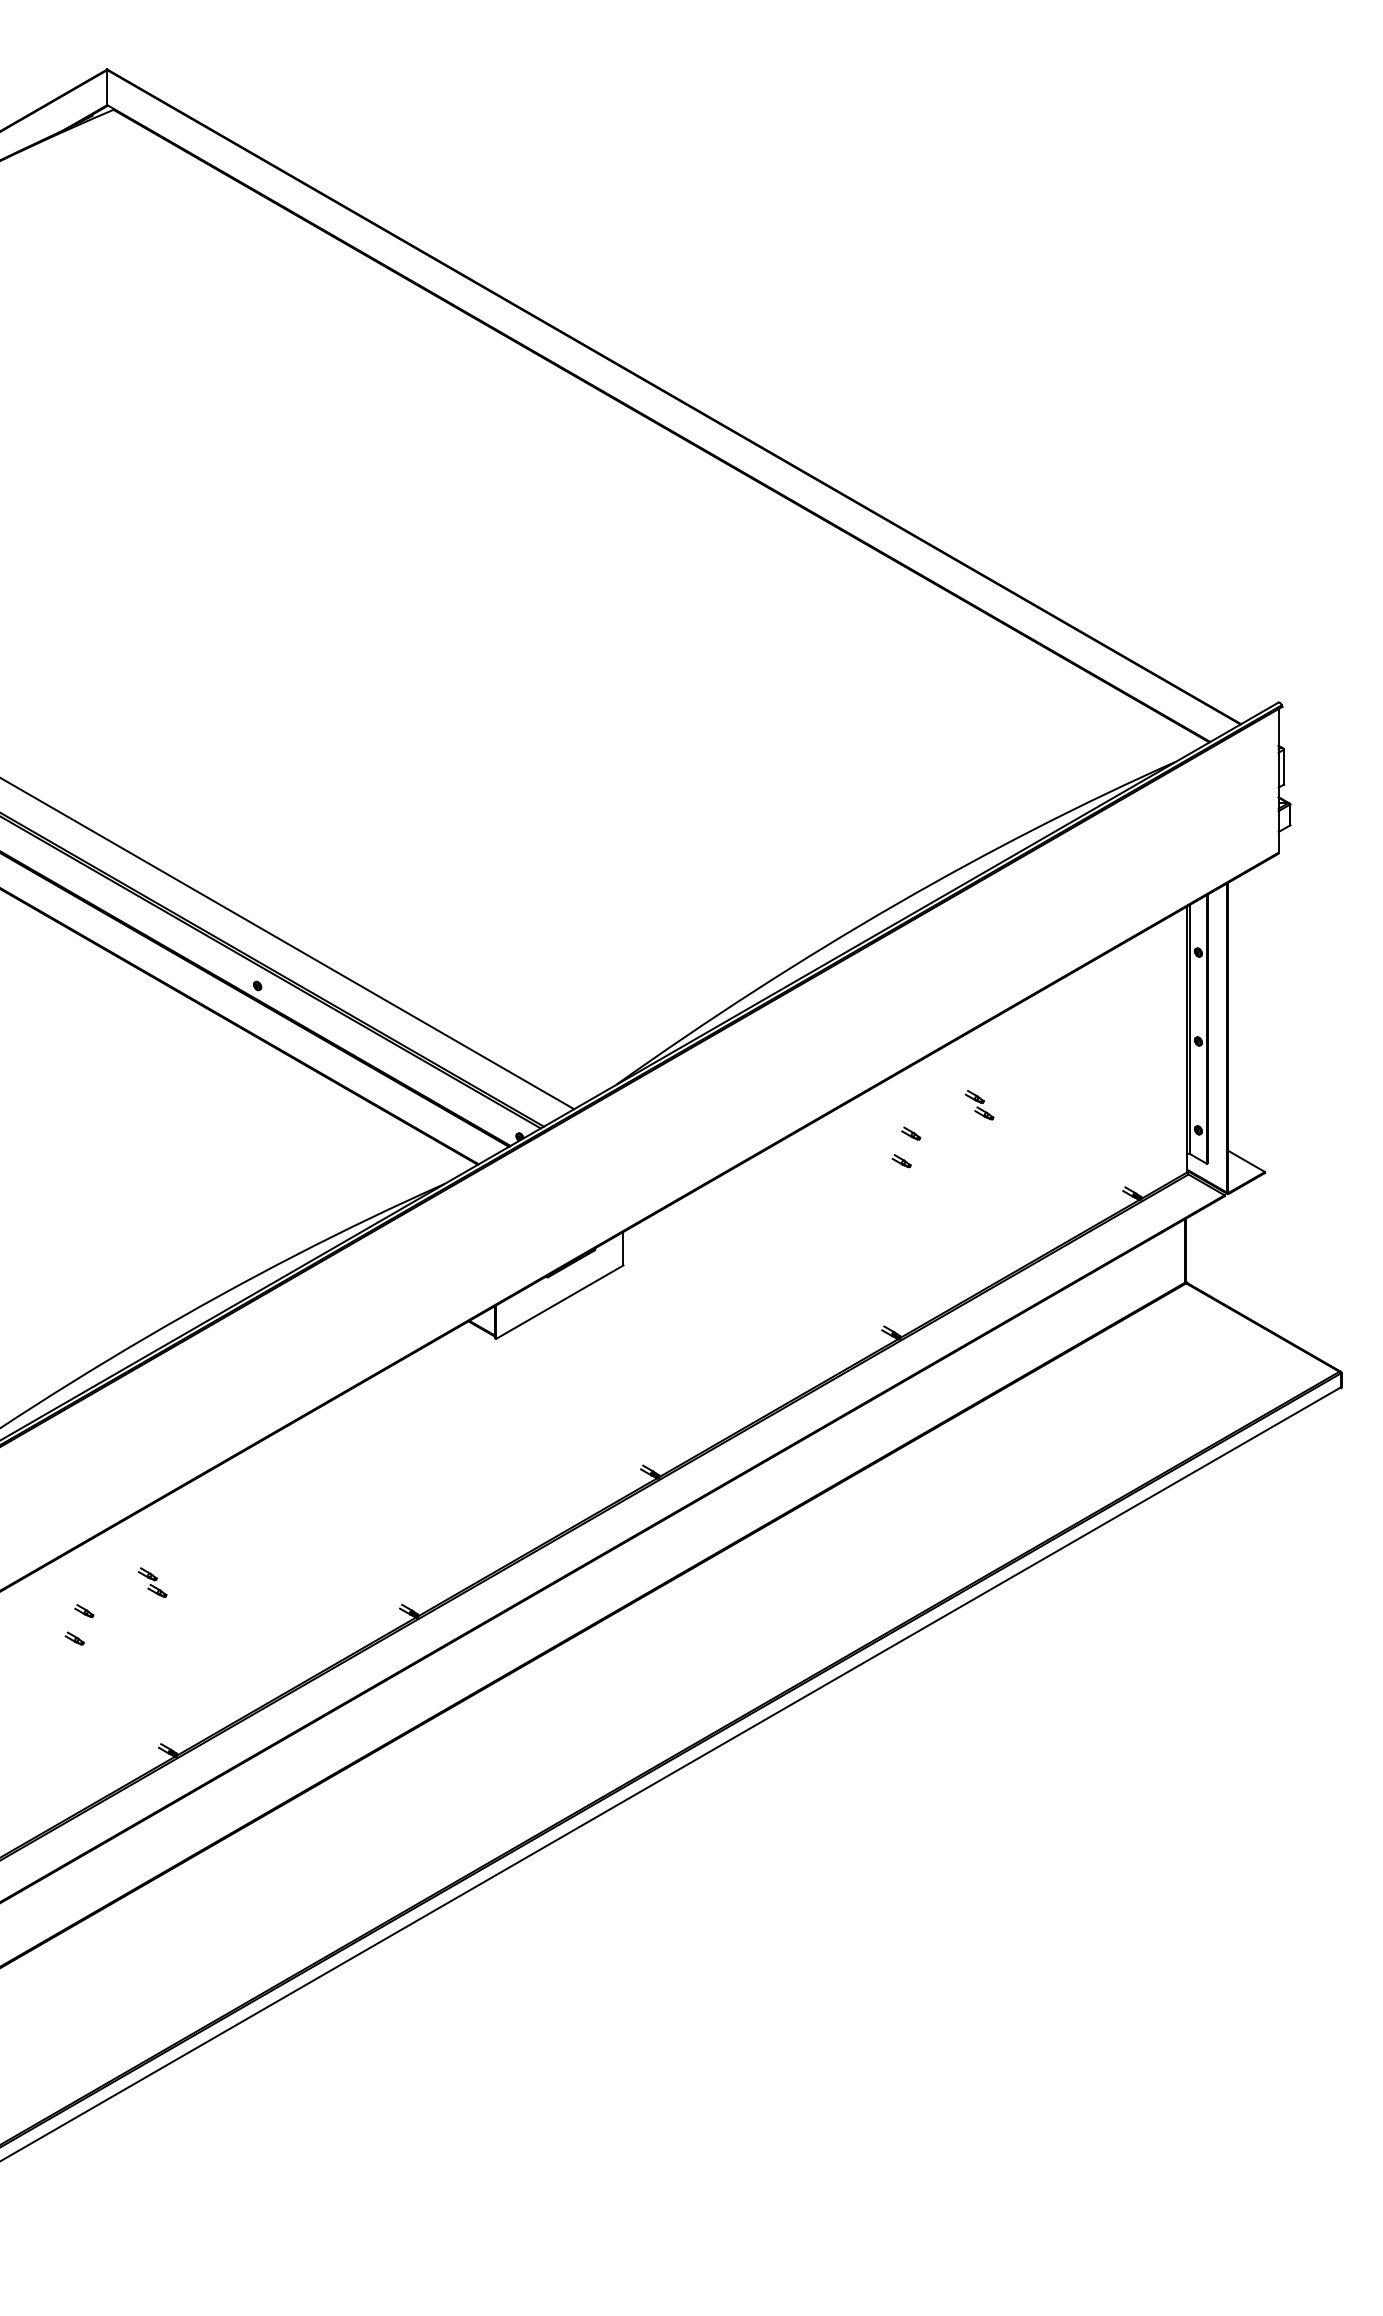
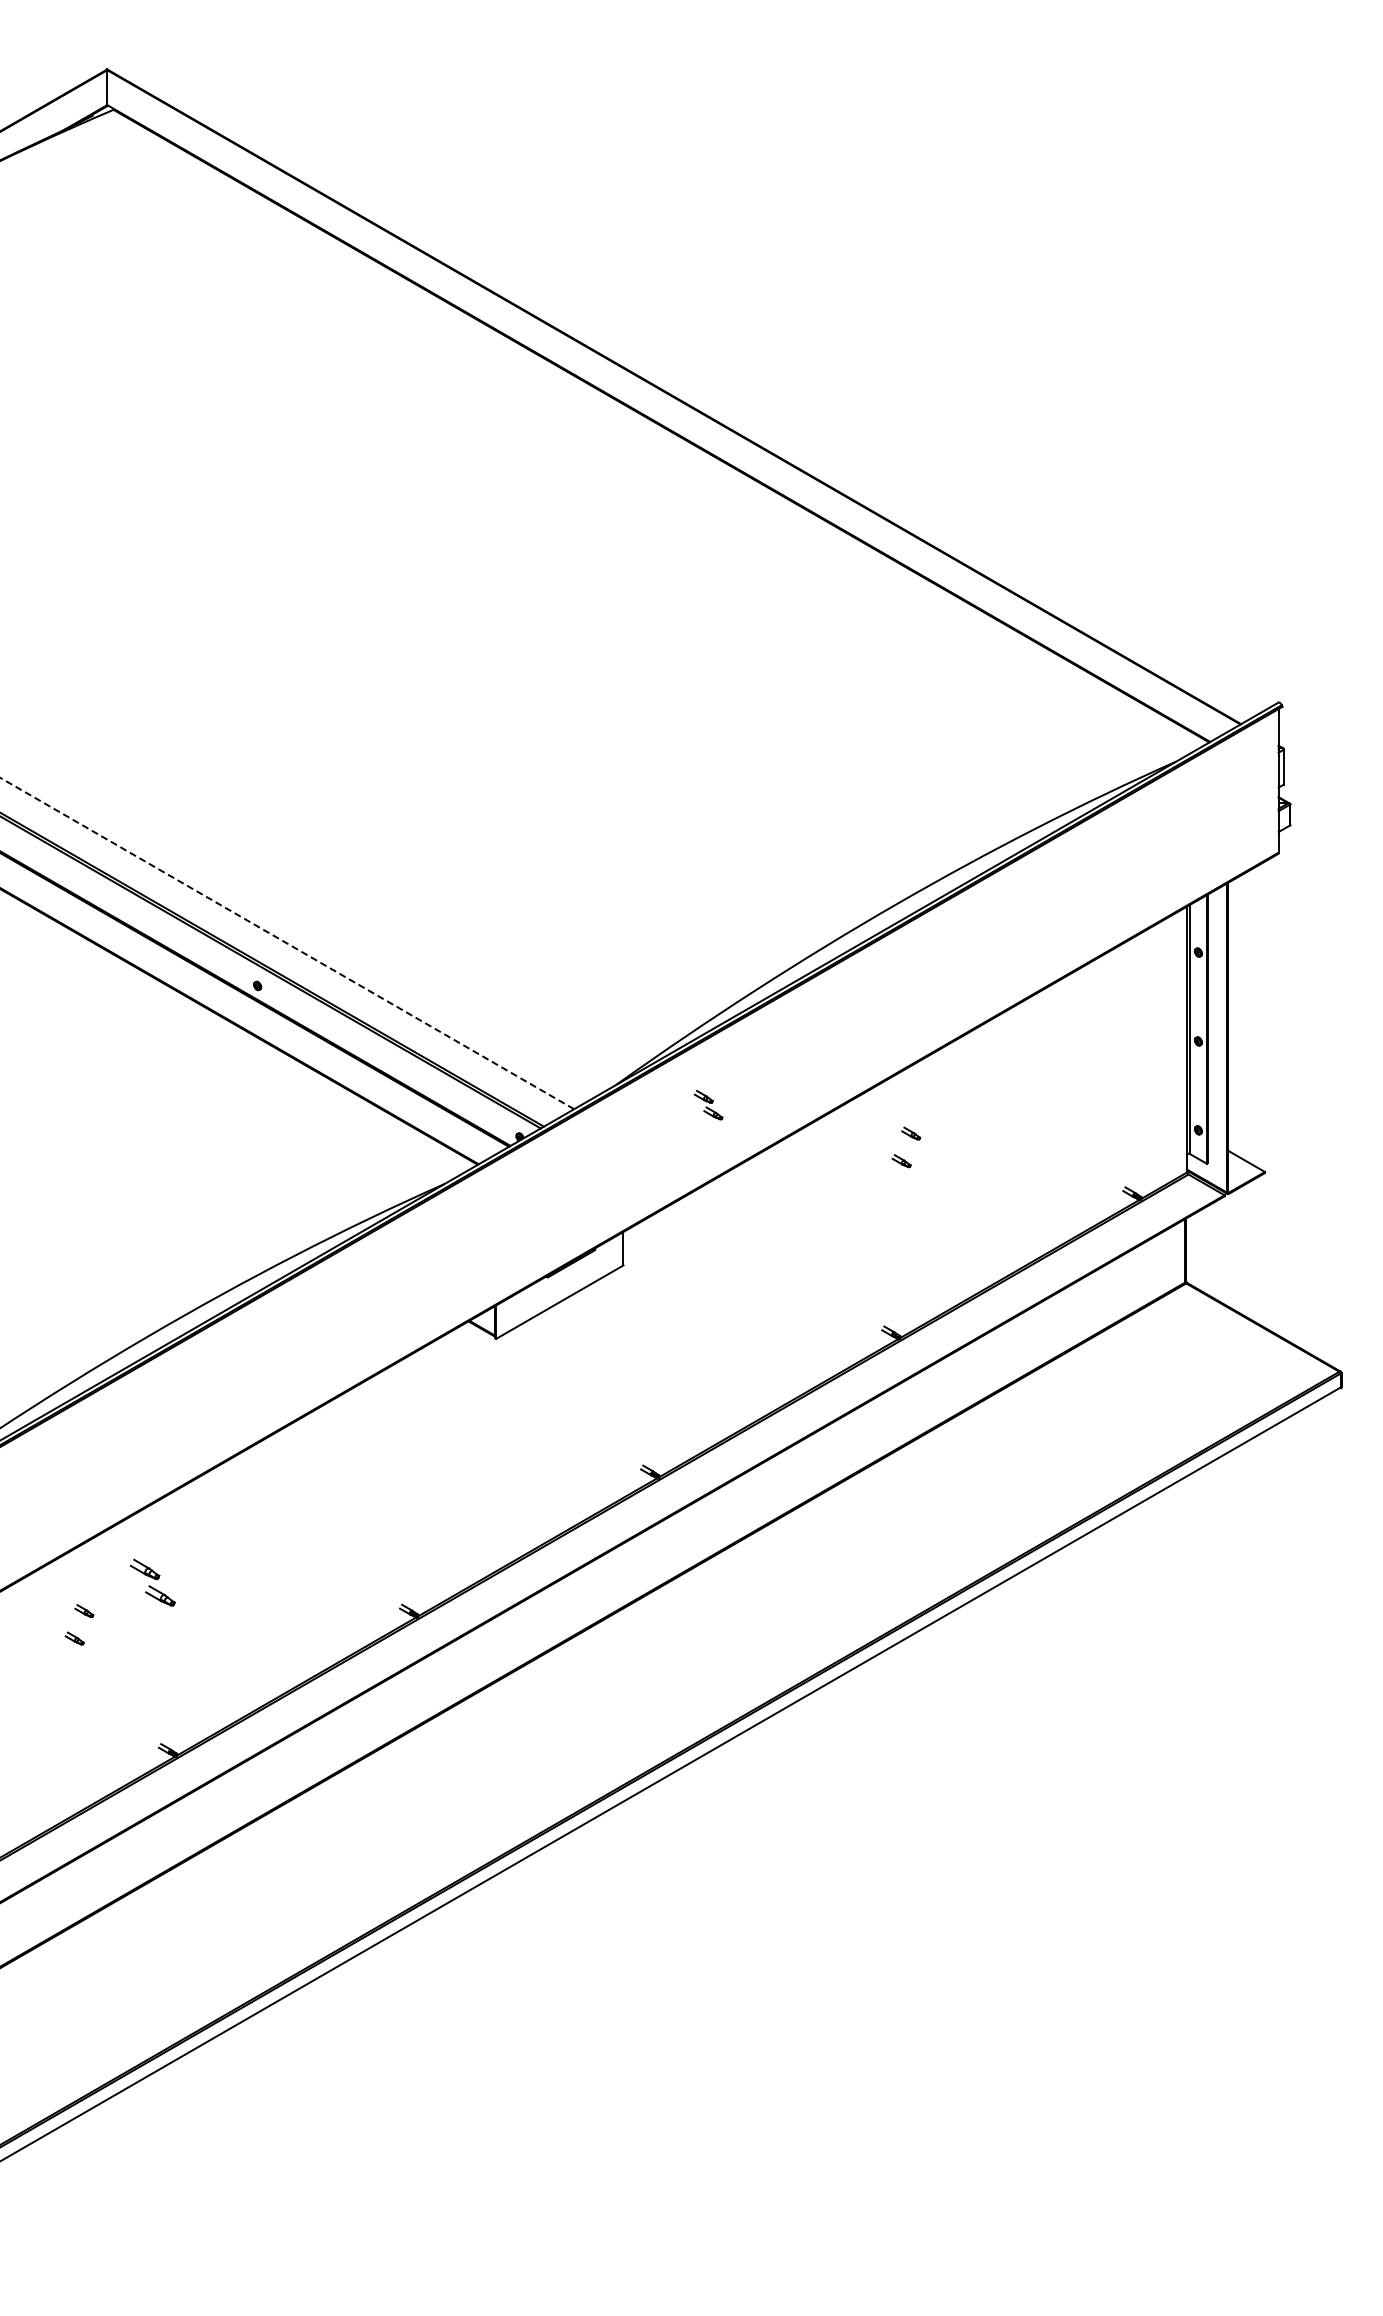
line at (286, 943): solid -> dashed
part at (979, 1104) position: (979, 1104) -> (708, 1104)
part at (152, 1582) size: 31x31 px -> 47x49 px
